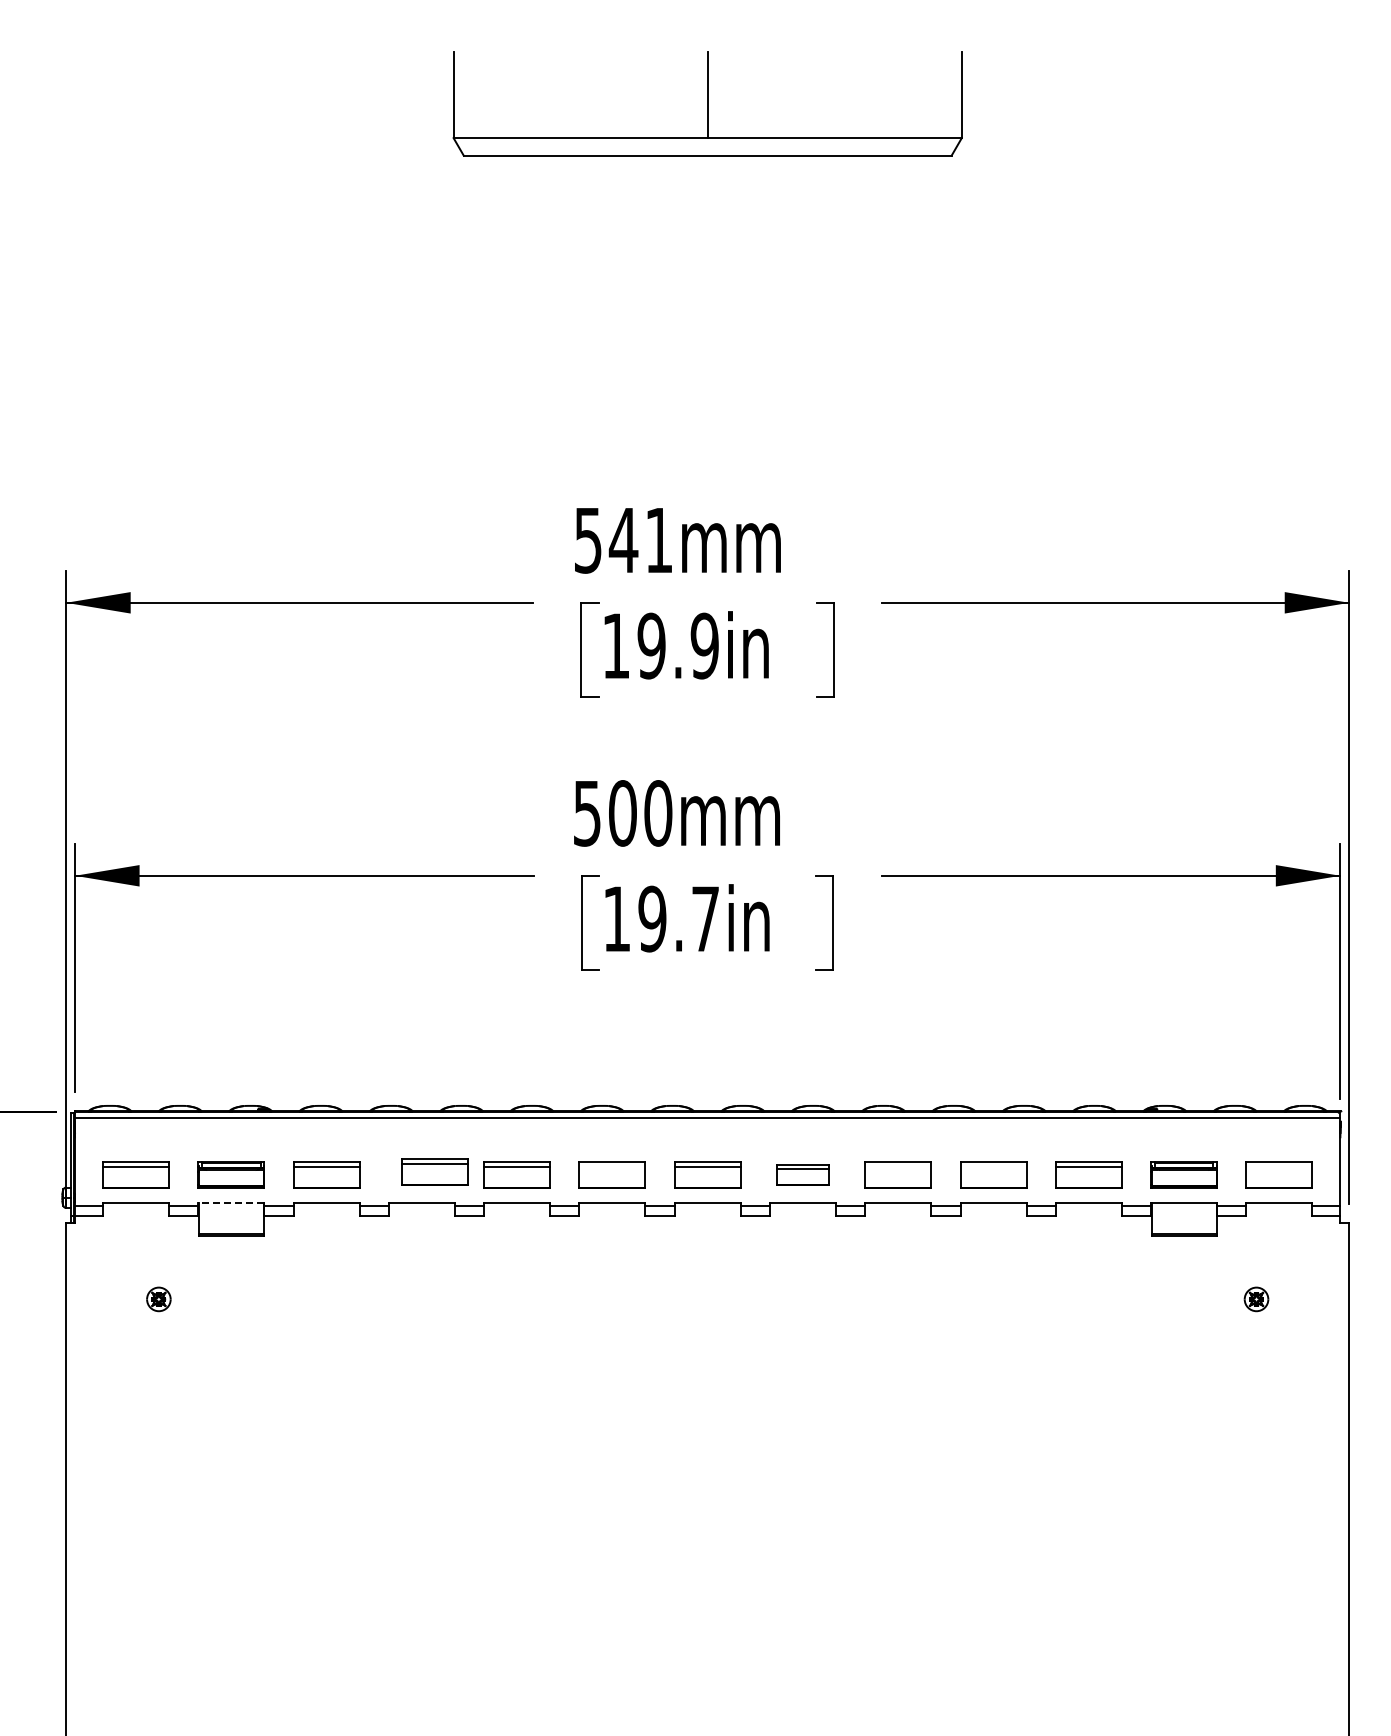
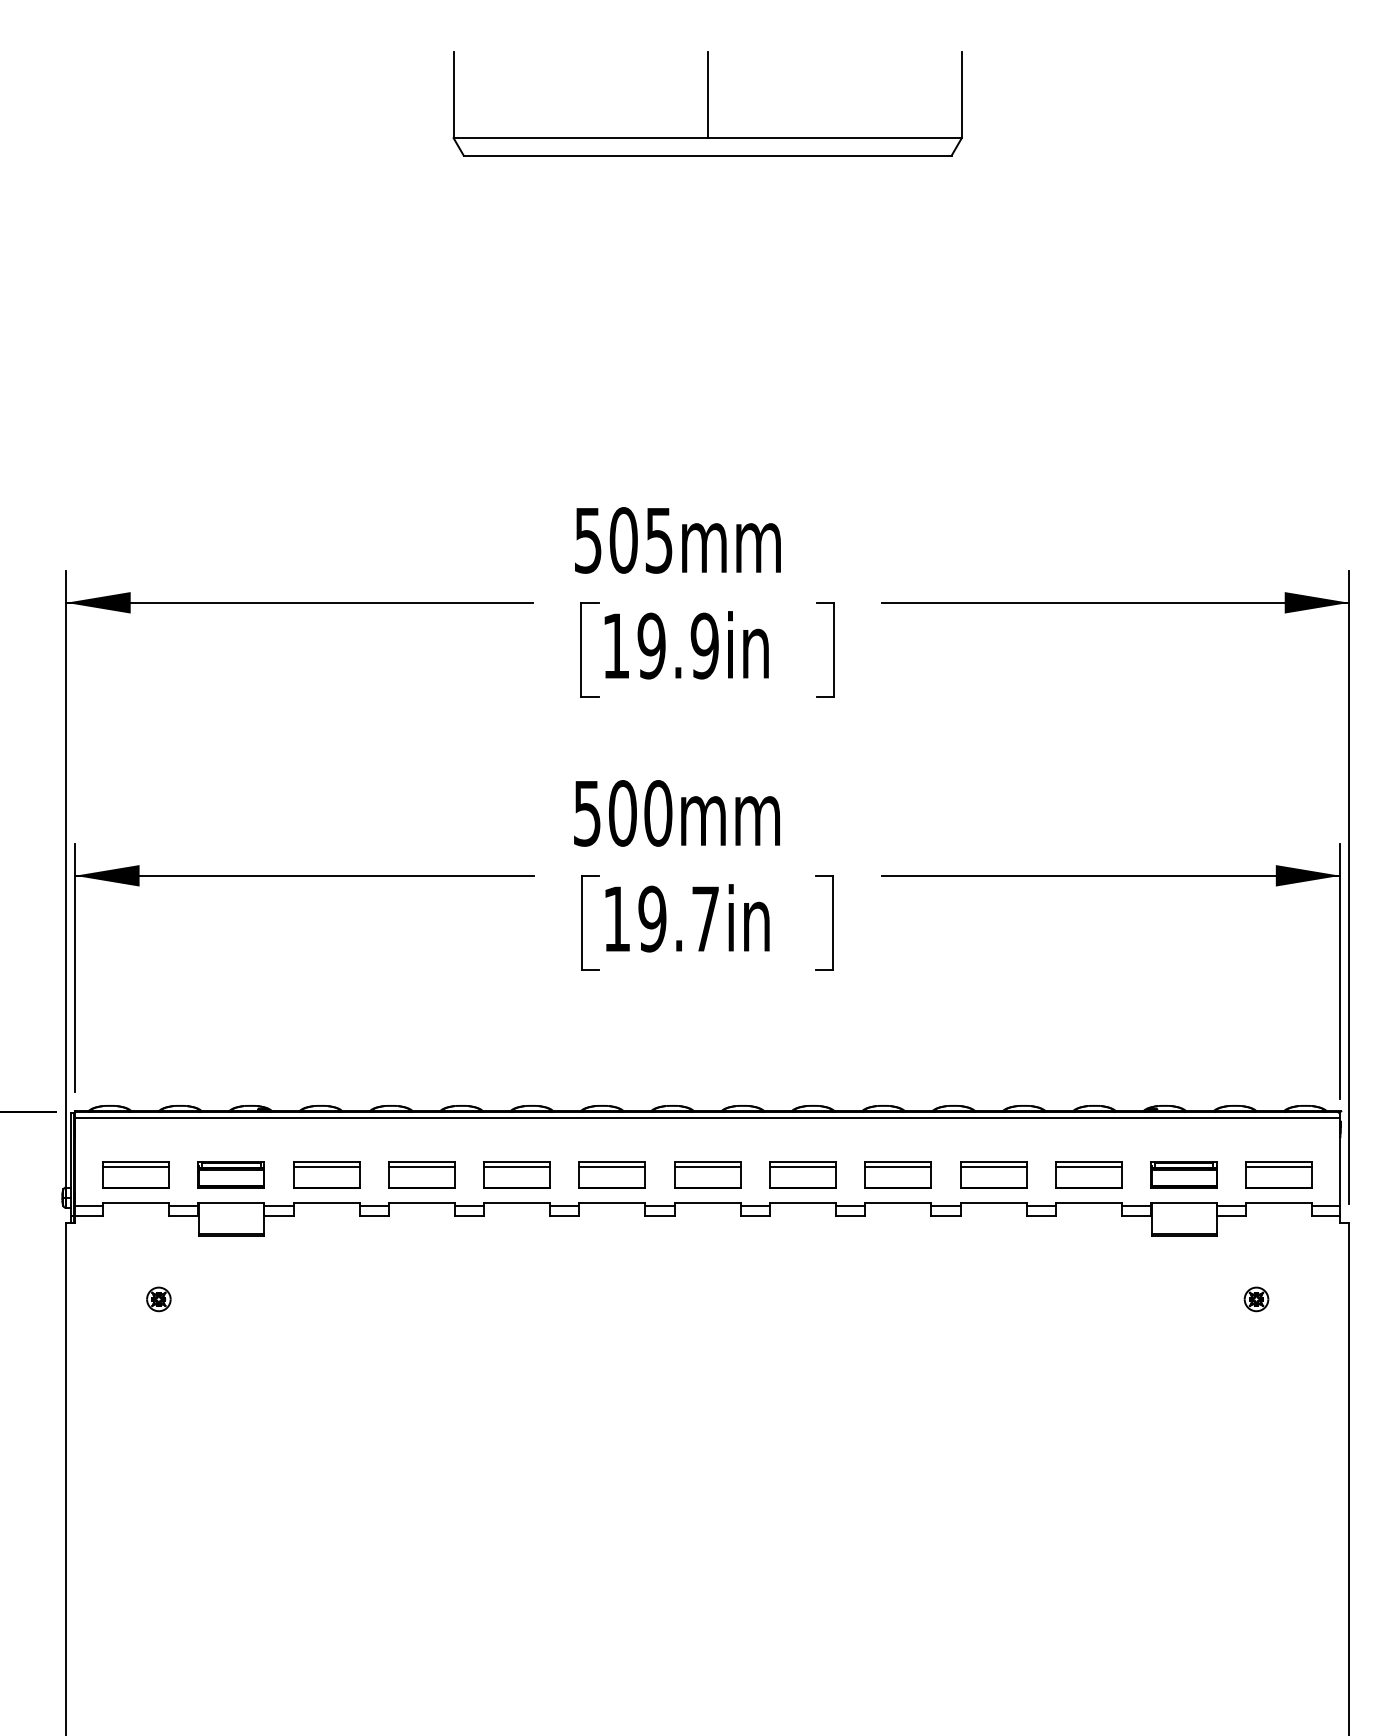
text at (640, 540): 541mm -> 505mm
line at (612, 1167): none -> present
line at (898, 1167): none -> present
line at (993, 1167): none -> present
line at (1279, 1167): none -> present
part at (434, 1171) position: (434, 1171) -> (421, 1174)
part at (802, 1174) size: 54x22 px -> 68x28 px
line at (230, 1202): dashed -> solid
